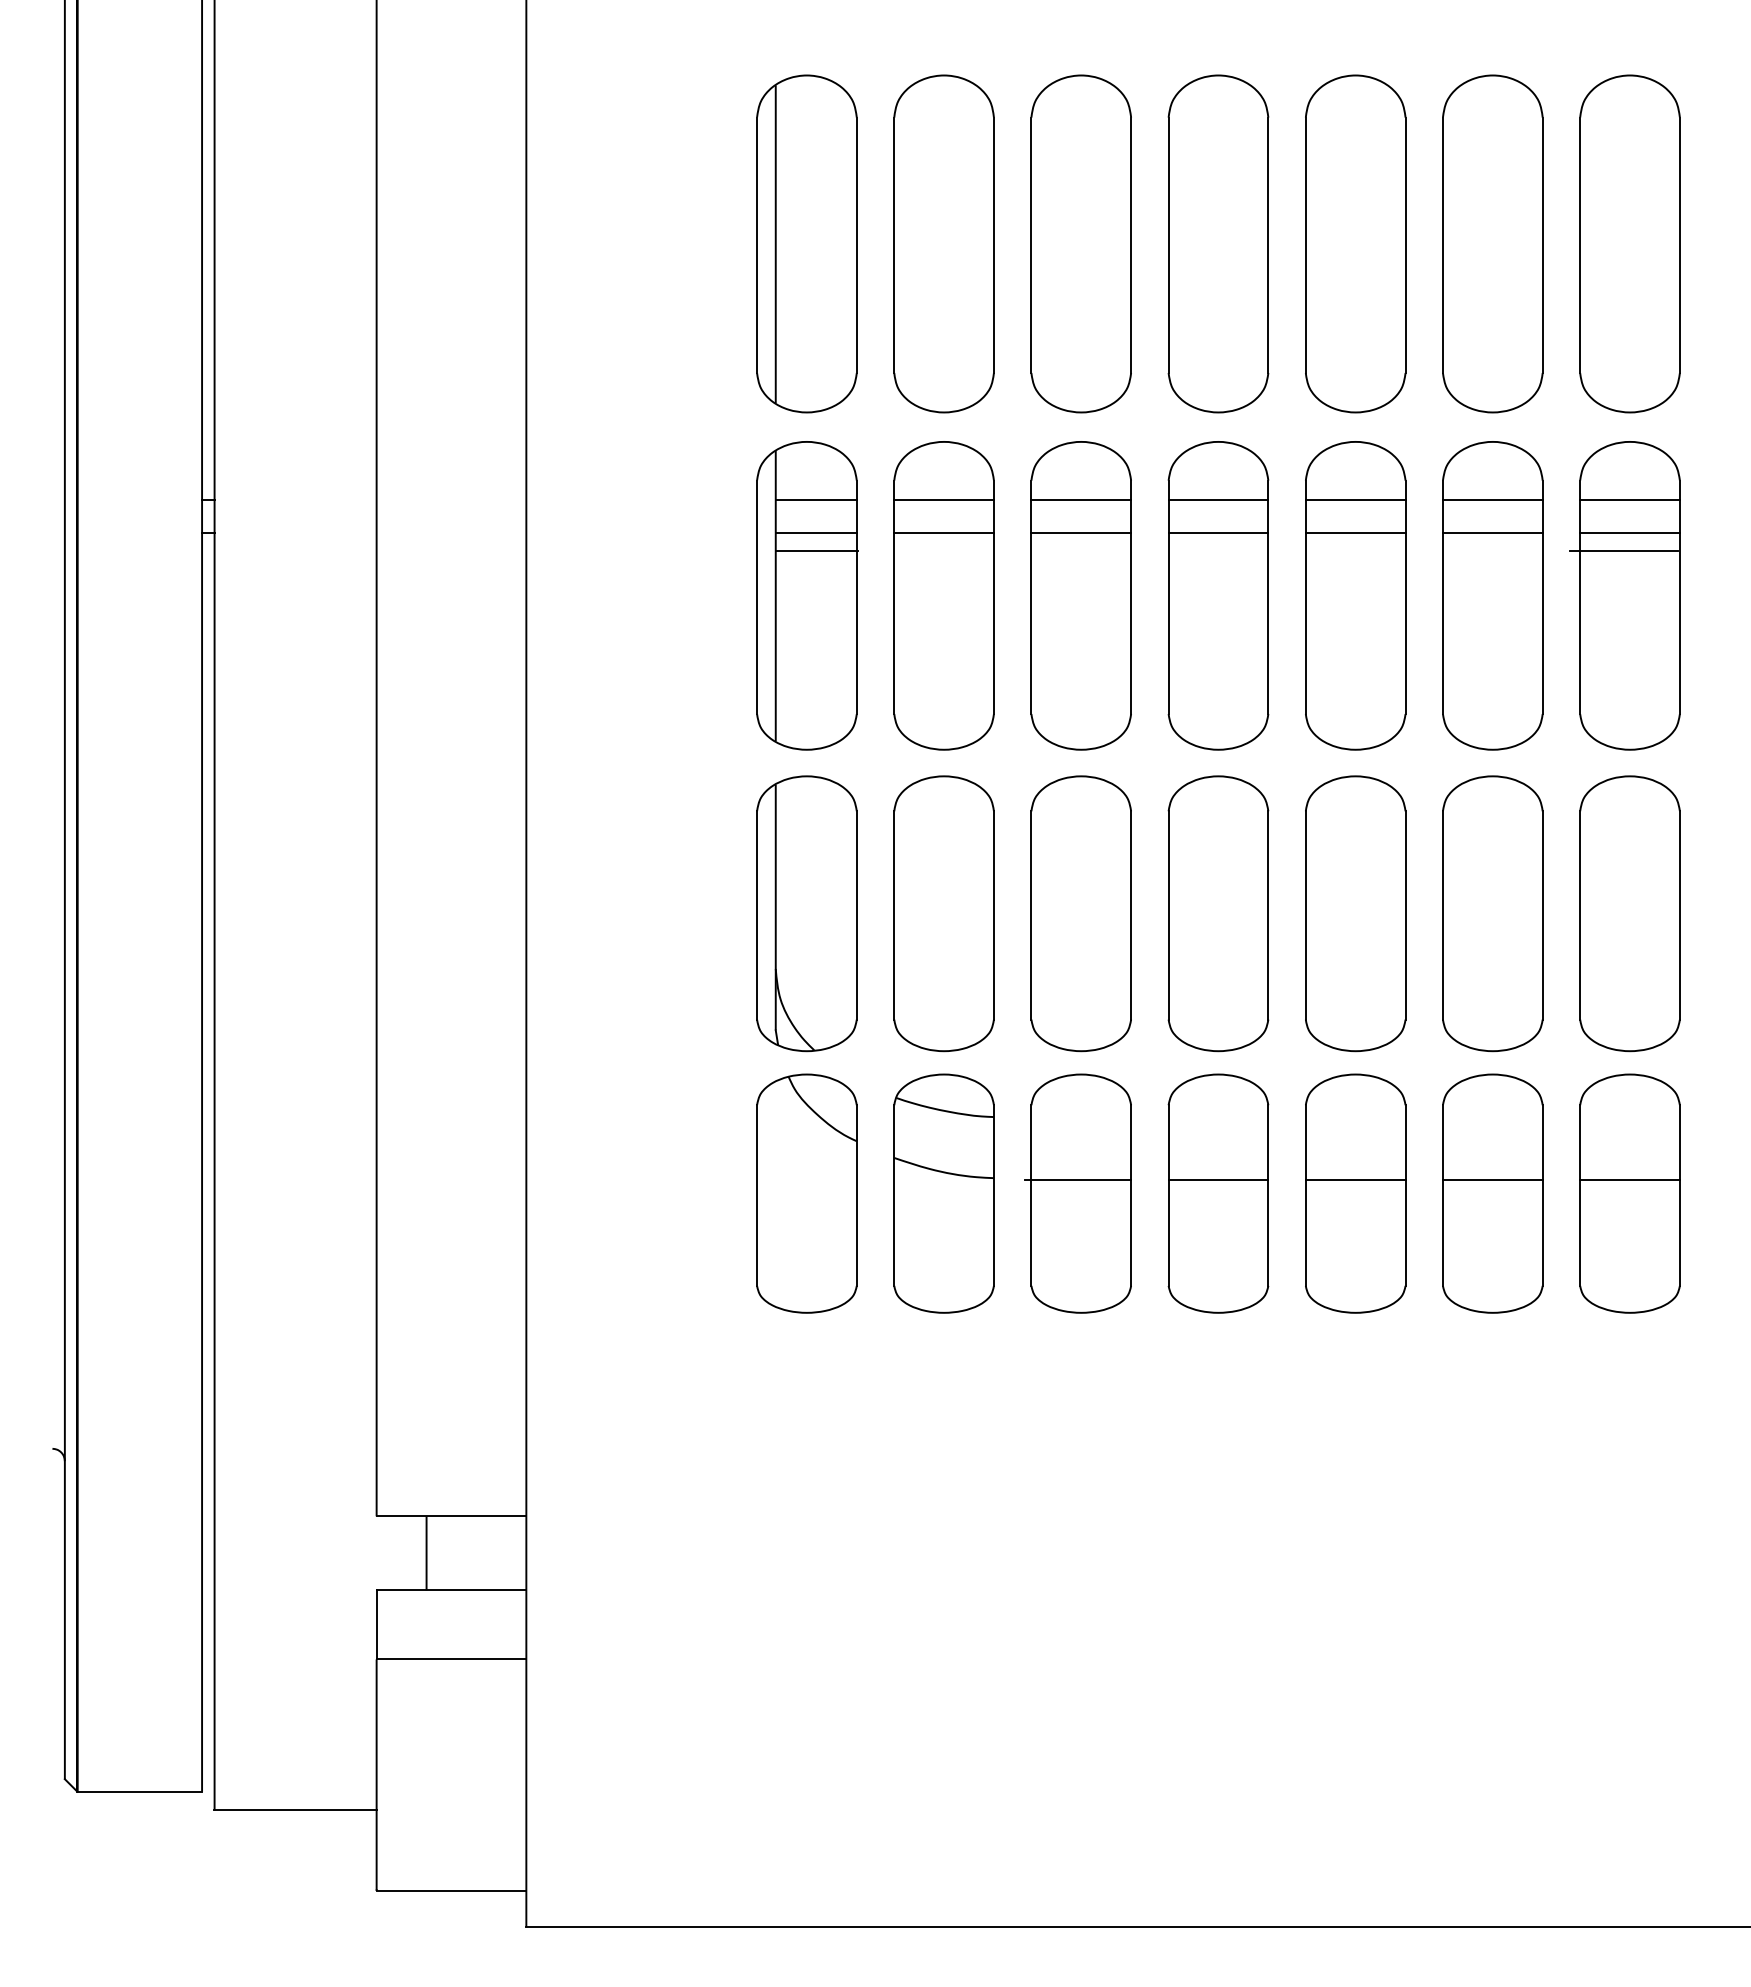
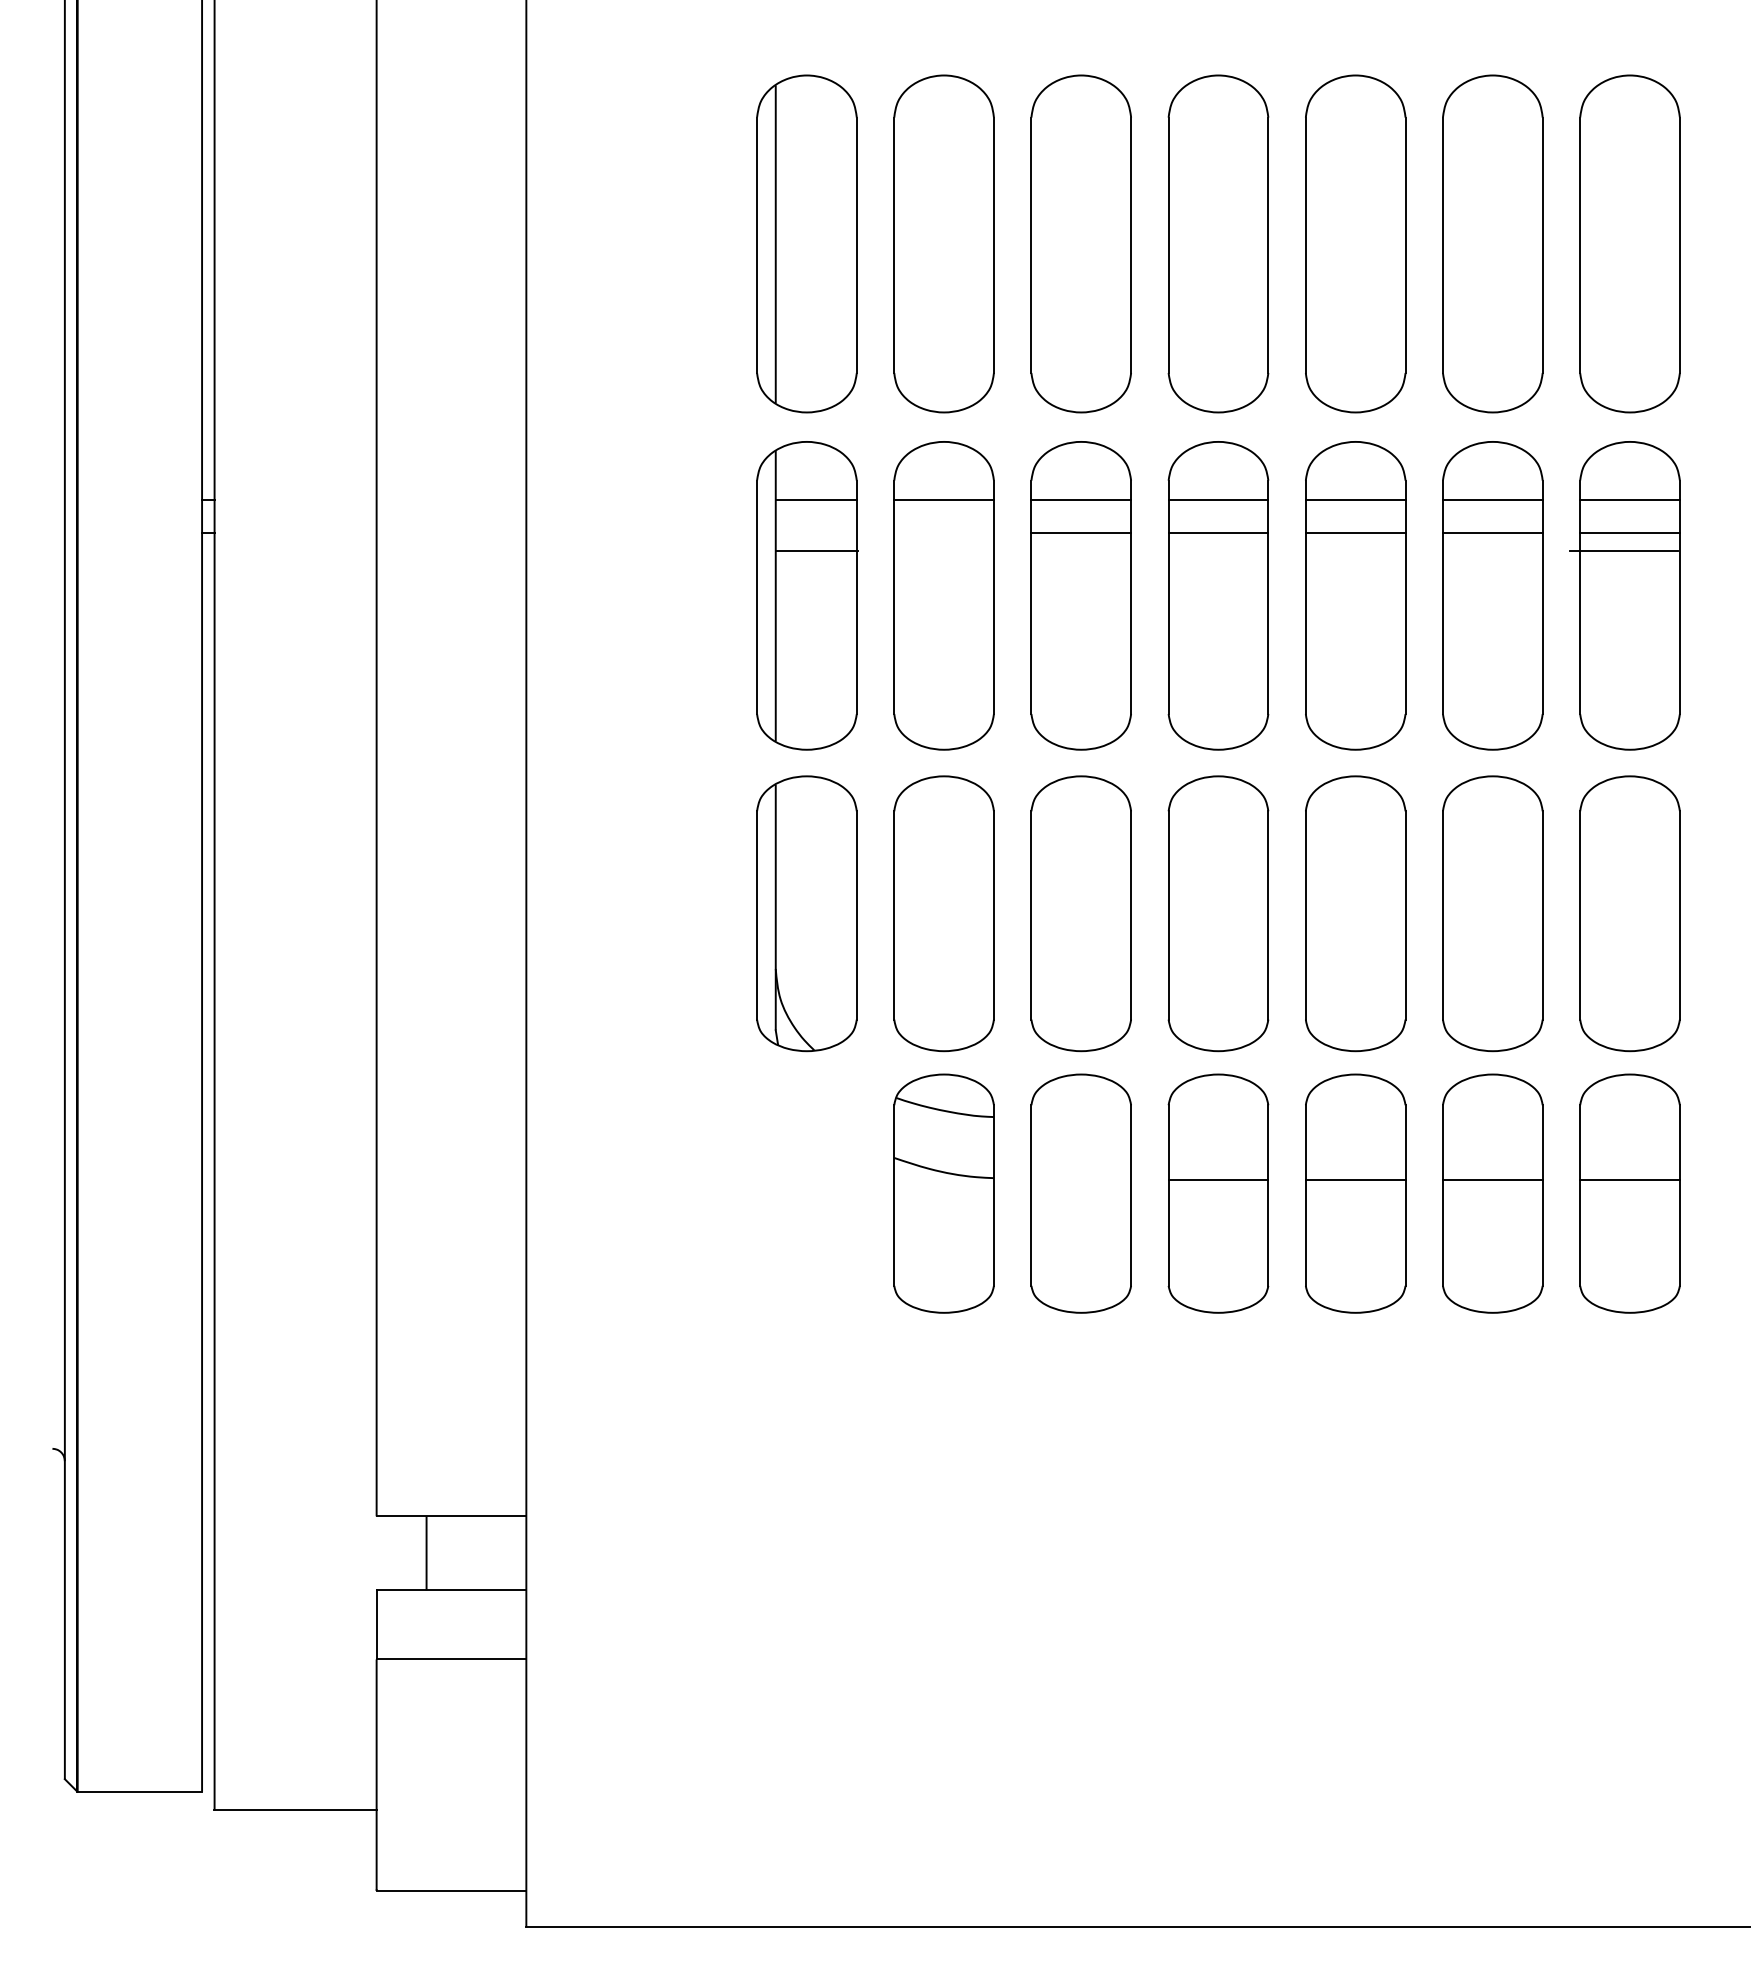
line at (815, 533): present -> none
line at (943, 533): present -> none
line at (1078, 1179): present -> none
part at (806, 1193): present -> none
